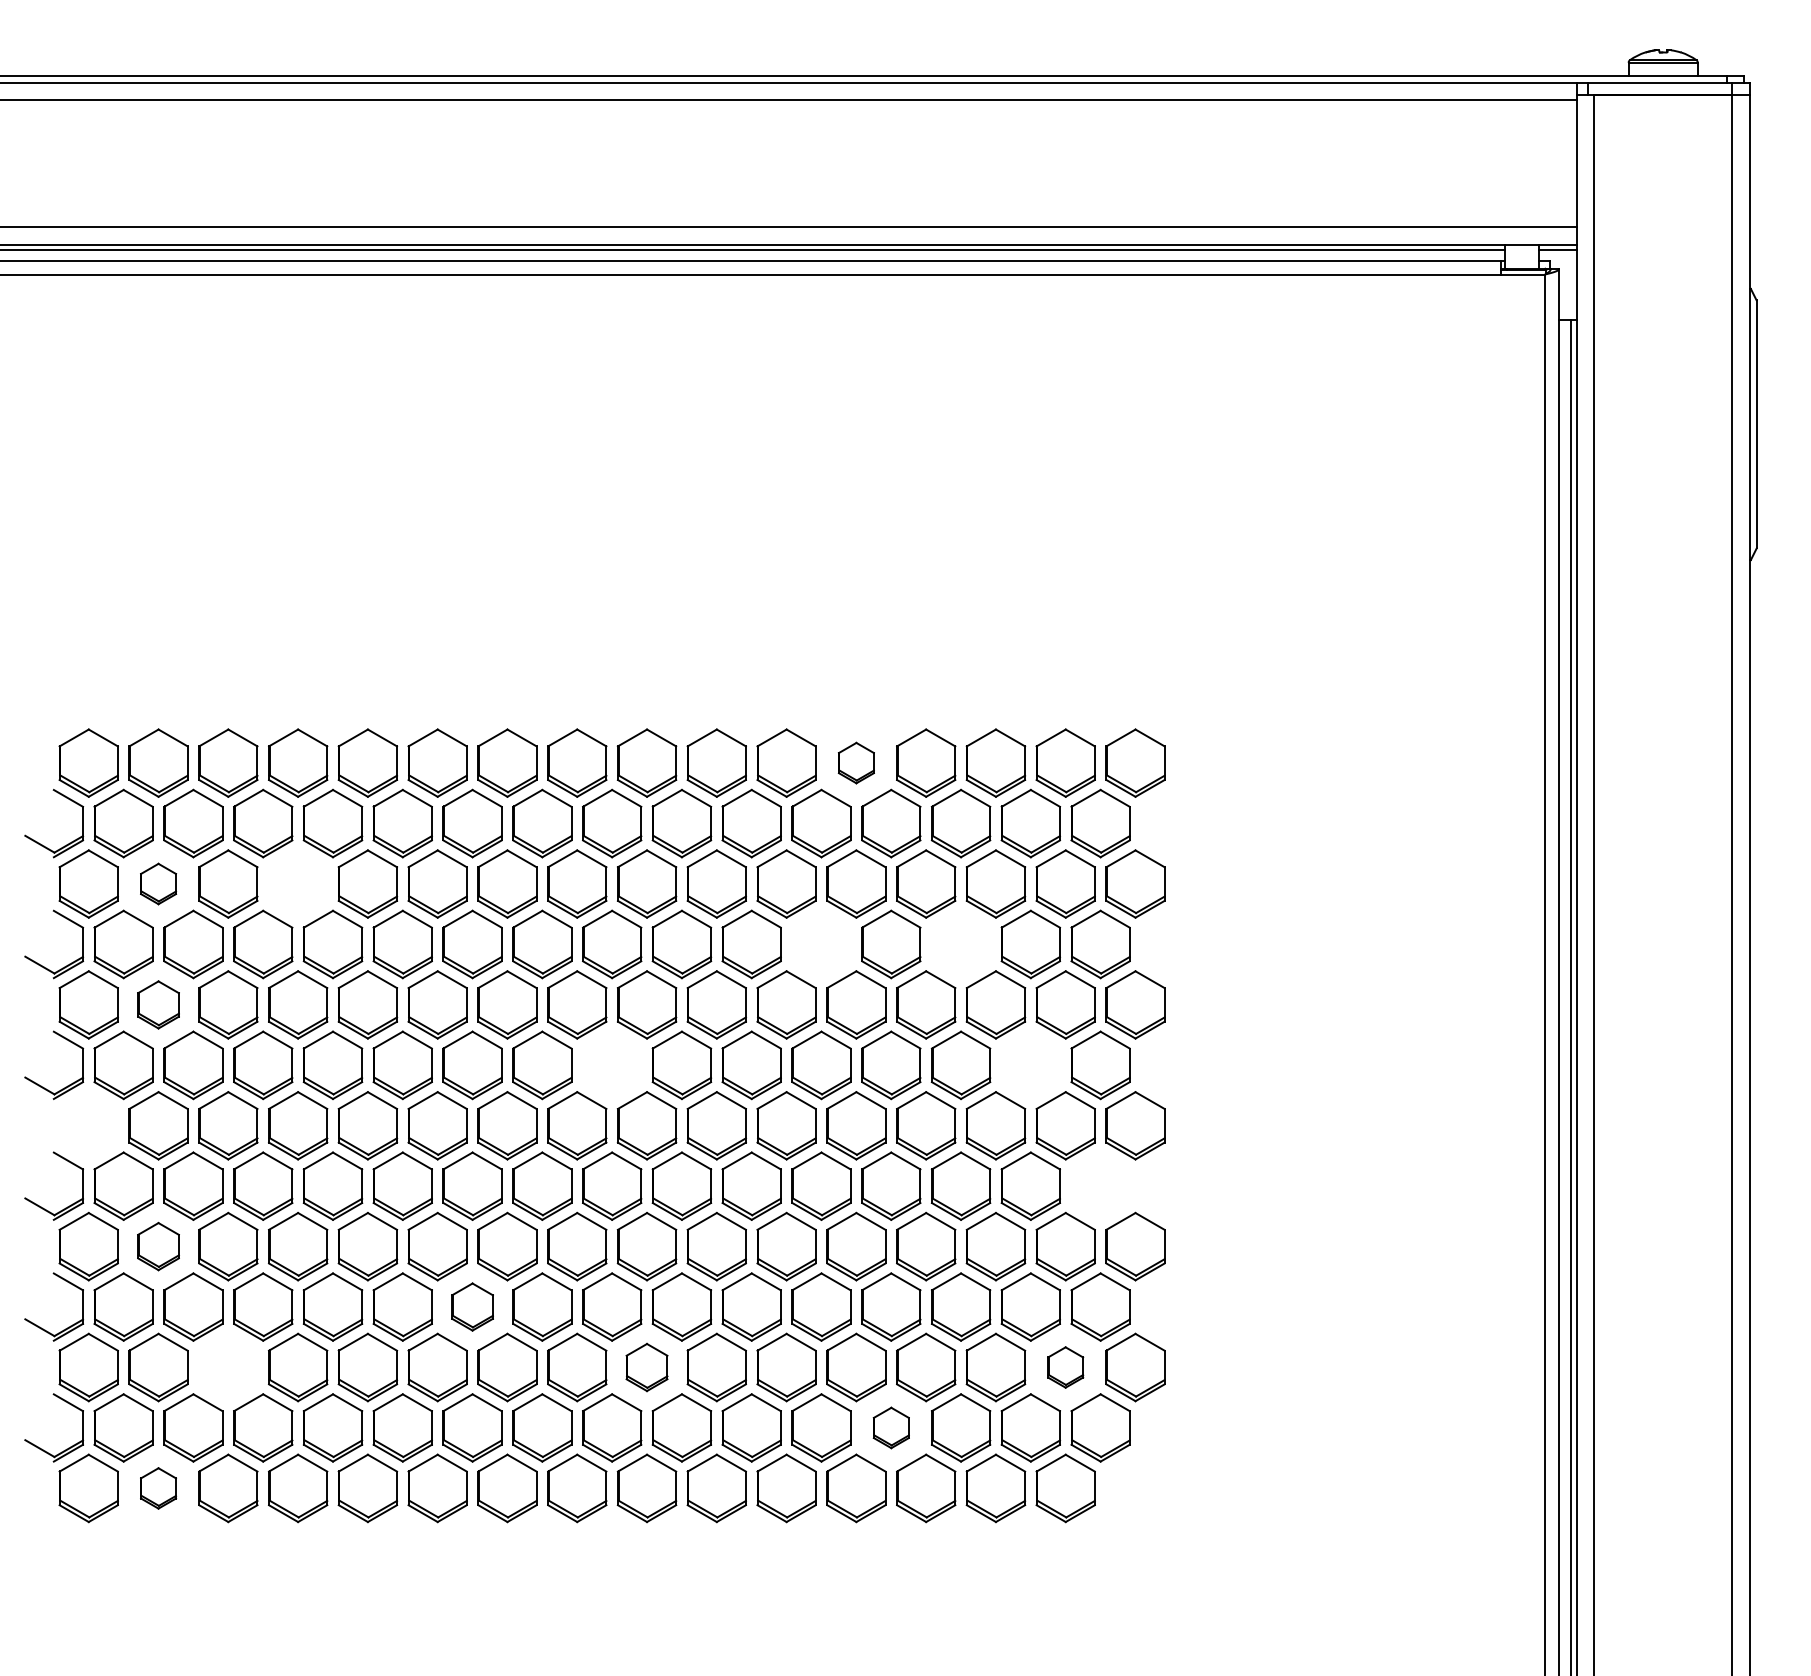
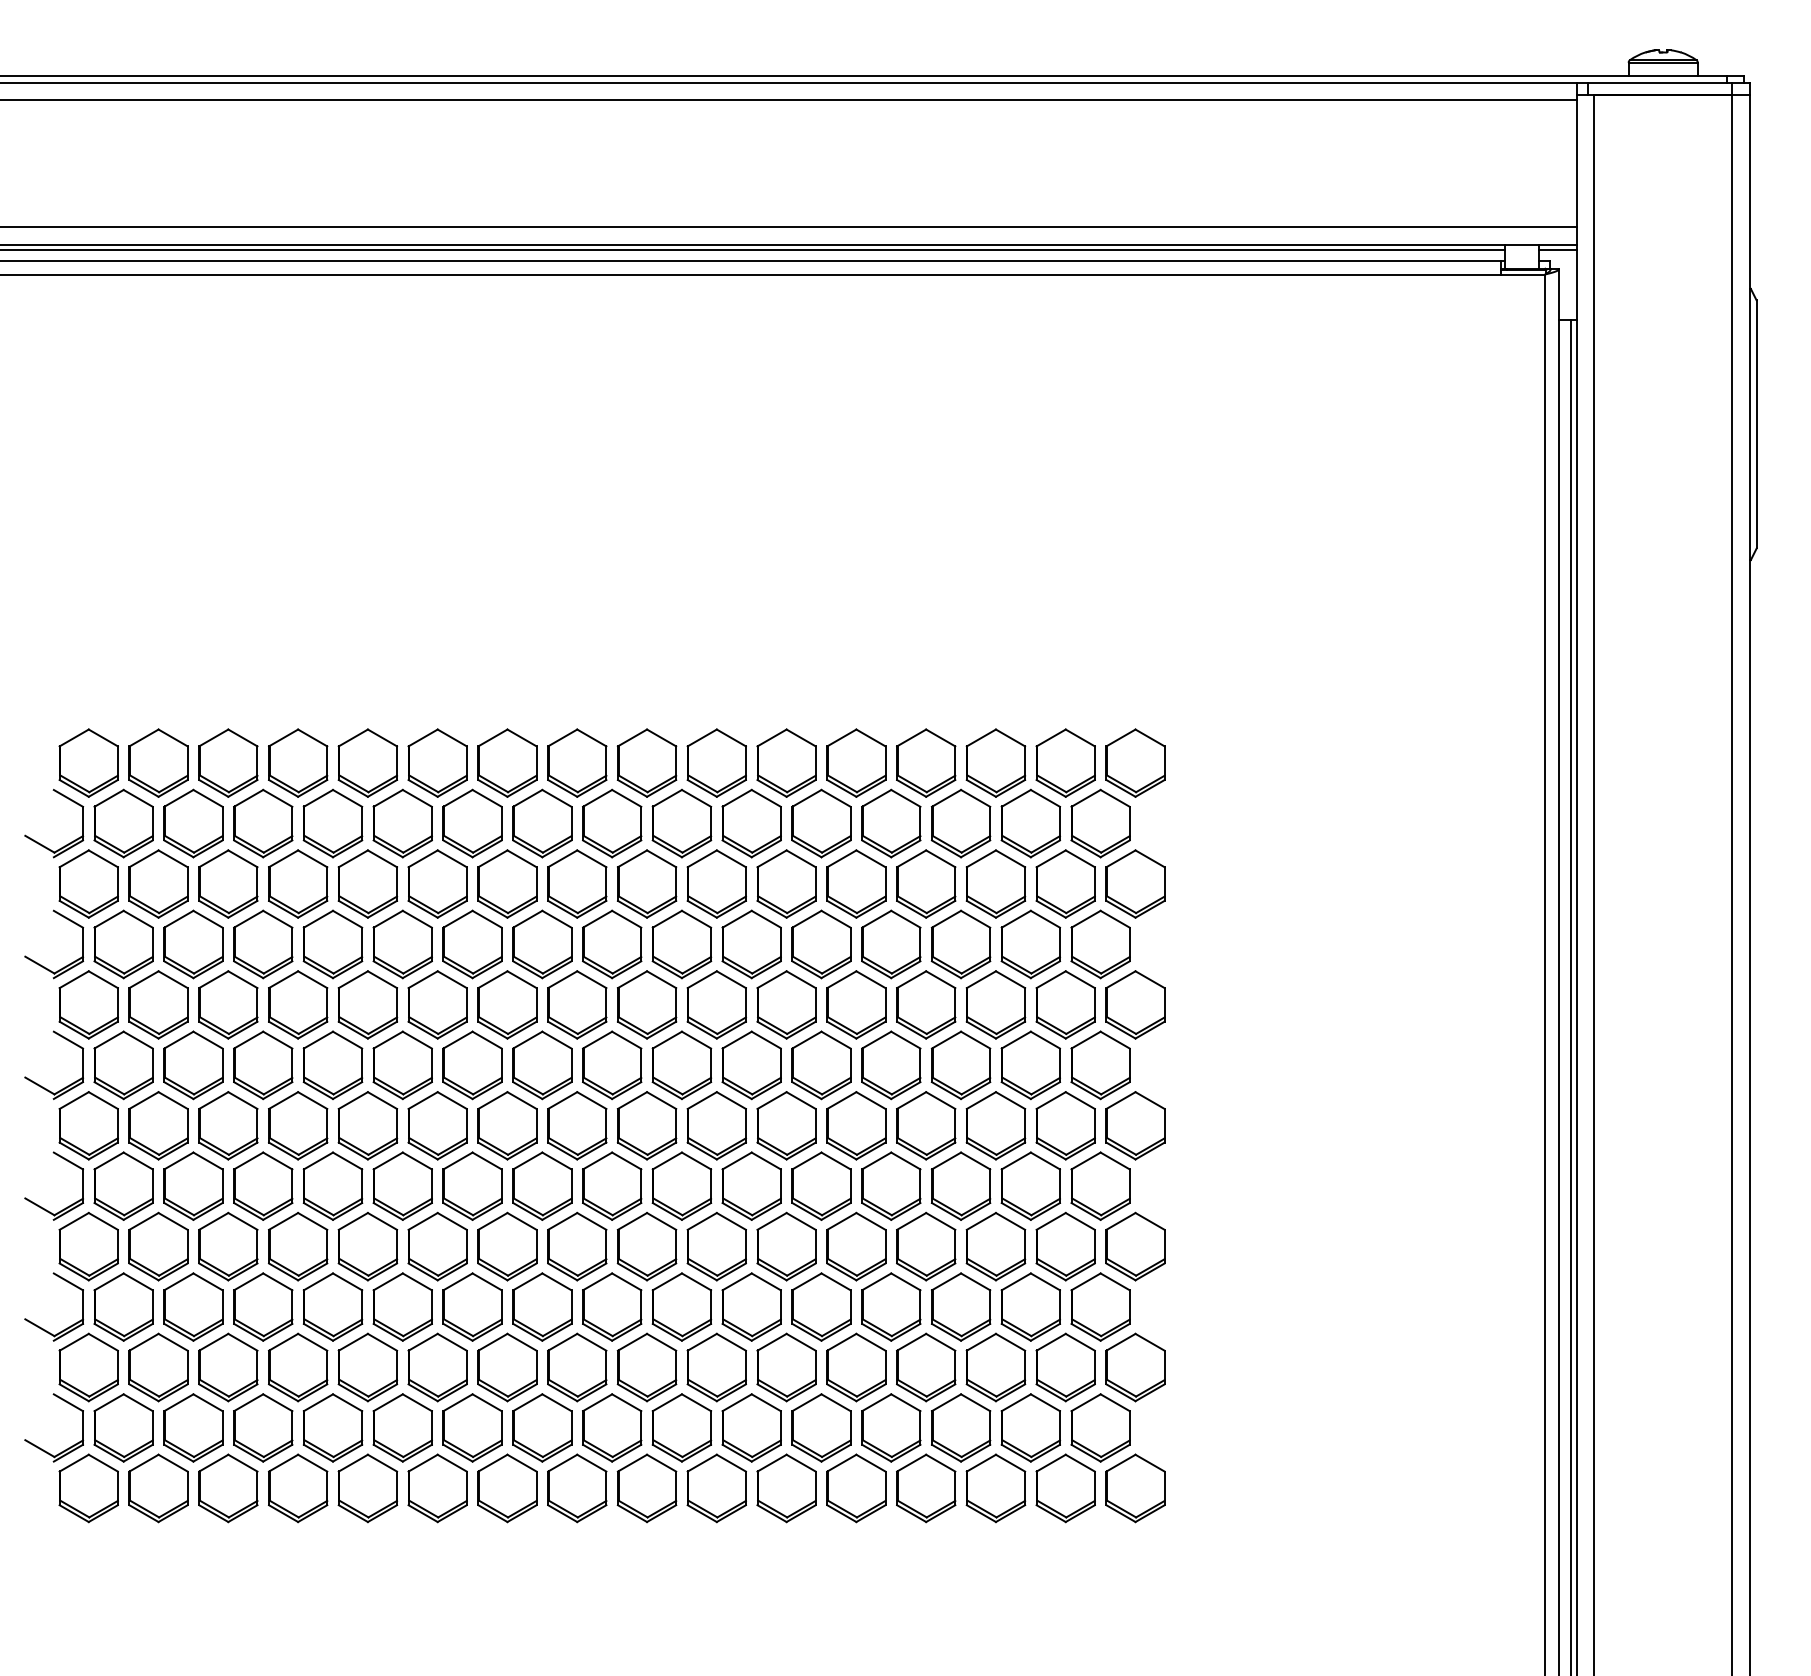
part at (855, 762) size: 38x44 px -> 61x70 px
part at (158, 883) size: 38x44 px -> 61x70 px
part at (298, 883): none -> present
part at (821, 944): none -> present
part at (960, 944): none -> present
part at (158, 1004) size: 43x50 px -> 61x70 px
part at (612, 1065): none -> present
part at (1030, 1065): none -> present
part at (88, 1125): none -> present
part at (1100, 1185): none -> present
part at (158, 1246) size: 43x51 px -> 61x71 px
part at (472, 1306) size: 43x50 px -> 61x70 px
part at (228, 1367): none -> present
part at (646, 1367) size: 44x51 px -> 62x71 px
part at (1065, 1367) size: 38x43 px -> 61x71 px
part at (890, 1427) size: 38x44 px -> 61x70 px
part at (158, 1488) size: 38x43 px -> 61x71 px
part at (1135, 1488): none -> present
